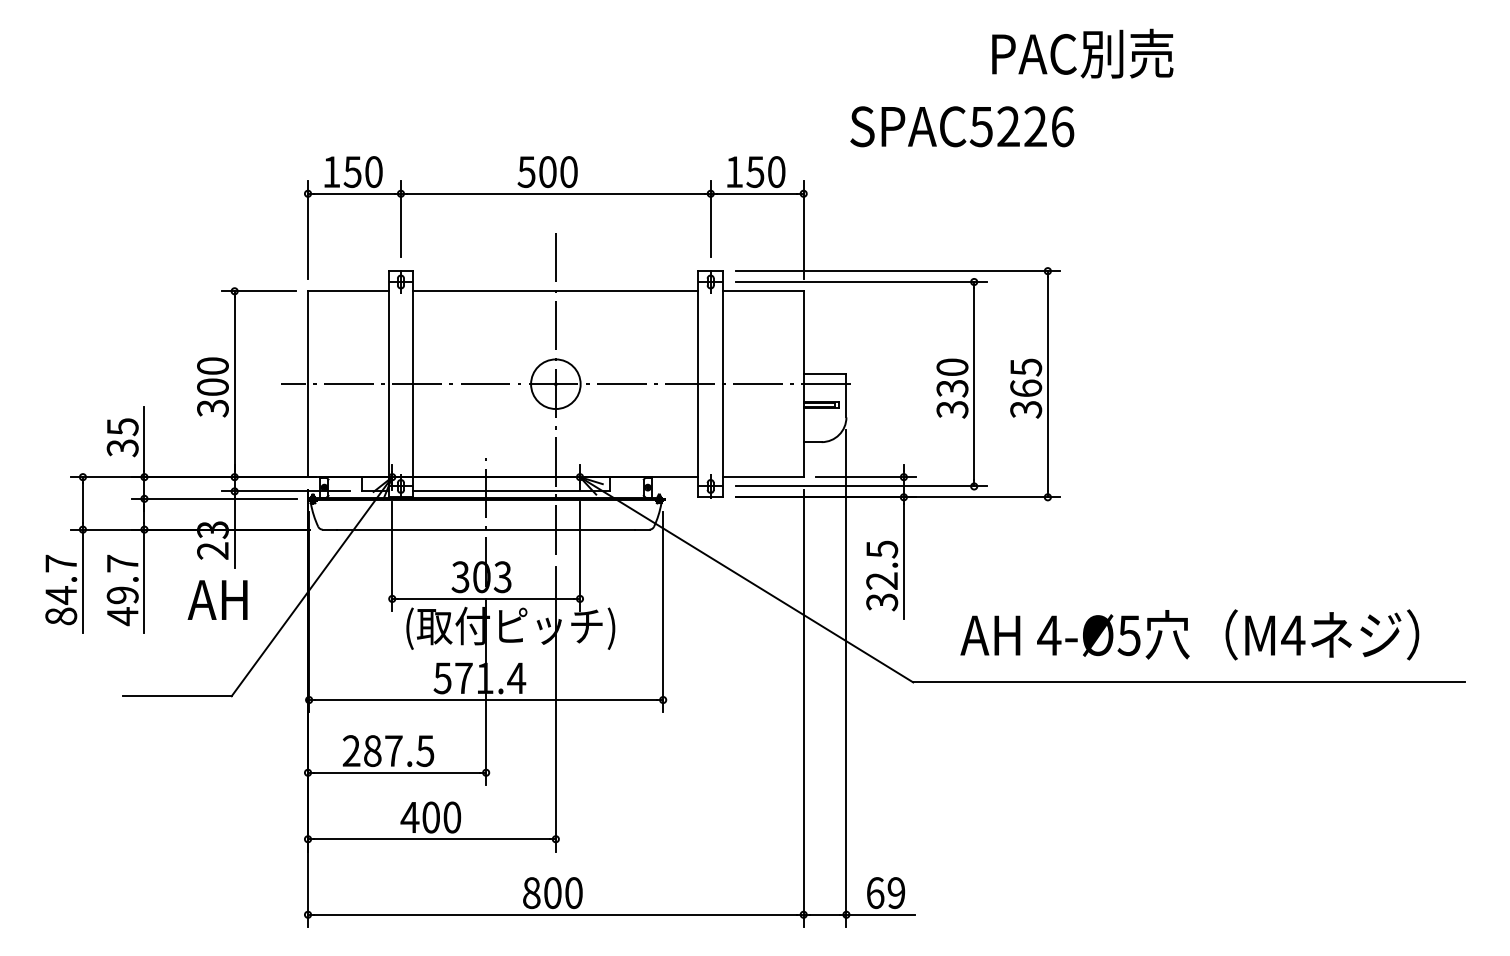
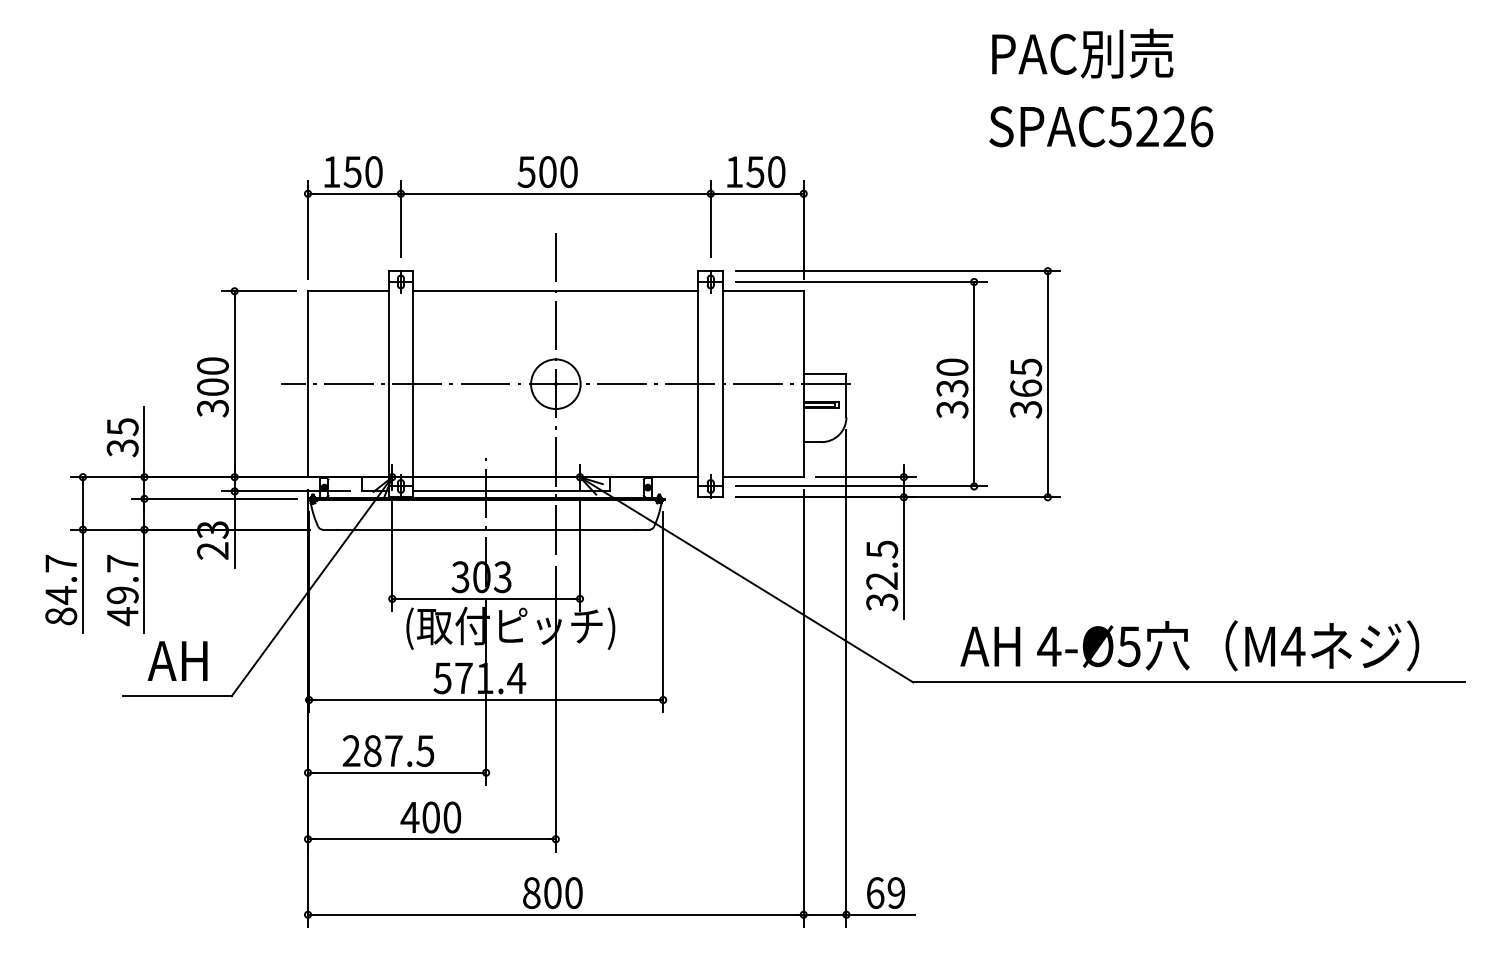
text at (962, 126) position: (962, 126) -> (1101, 126)
text at (217, 599) position: (217, 599) -> (177, 660)
text at (1189, 634) position: (1189, 634) -> (1189, 645)
